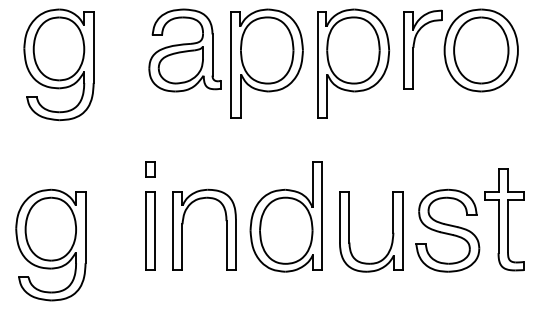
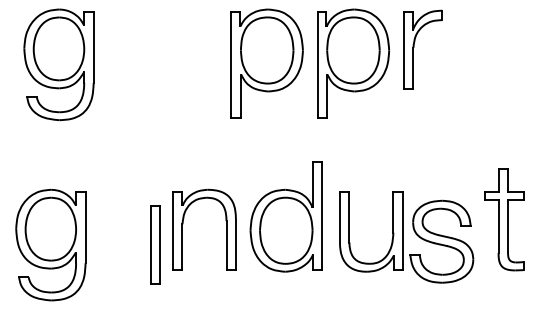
part at (184, 50): present -> none
part at (480, 50): present -> none
part at (150, 169): present -> none
part at (150, 230) position: (150, 230) -> (155, 244)
part at (447, 230) position: (447, 230) -> (441, 241)
